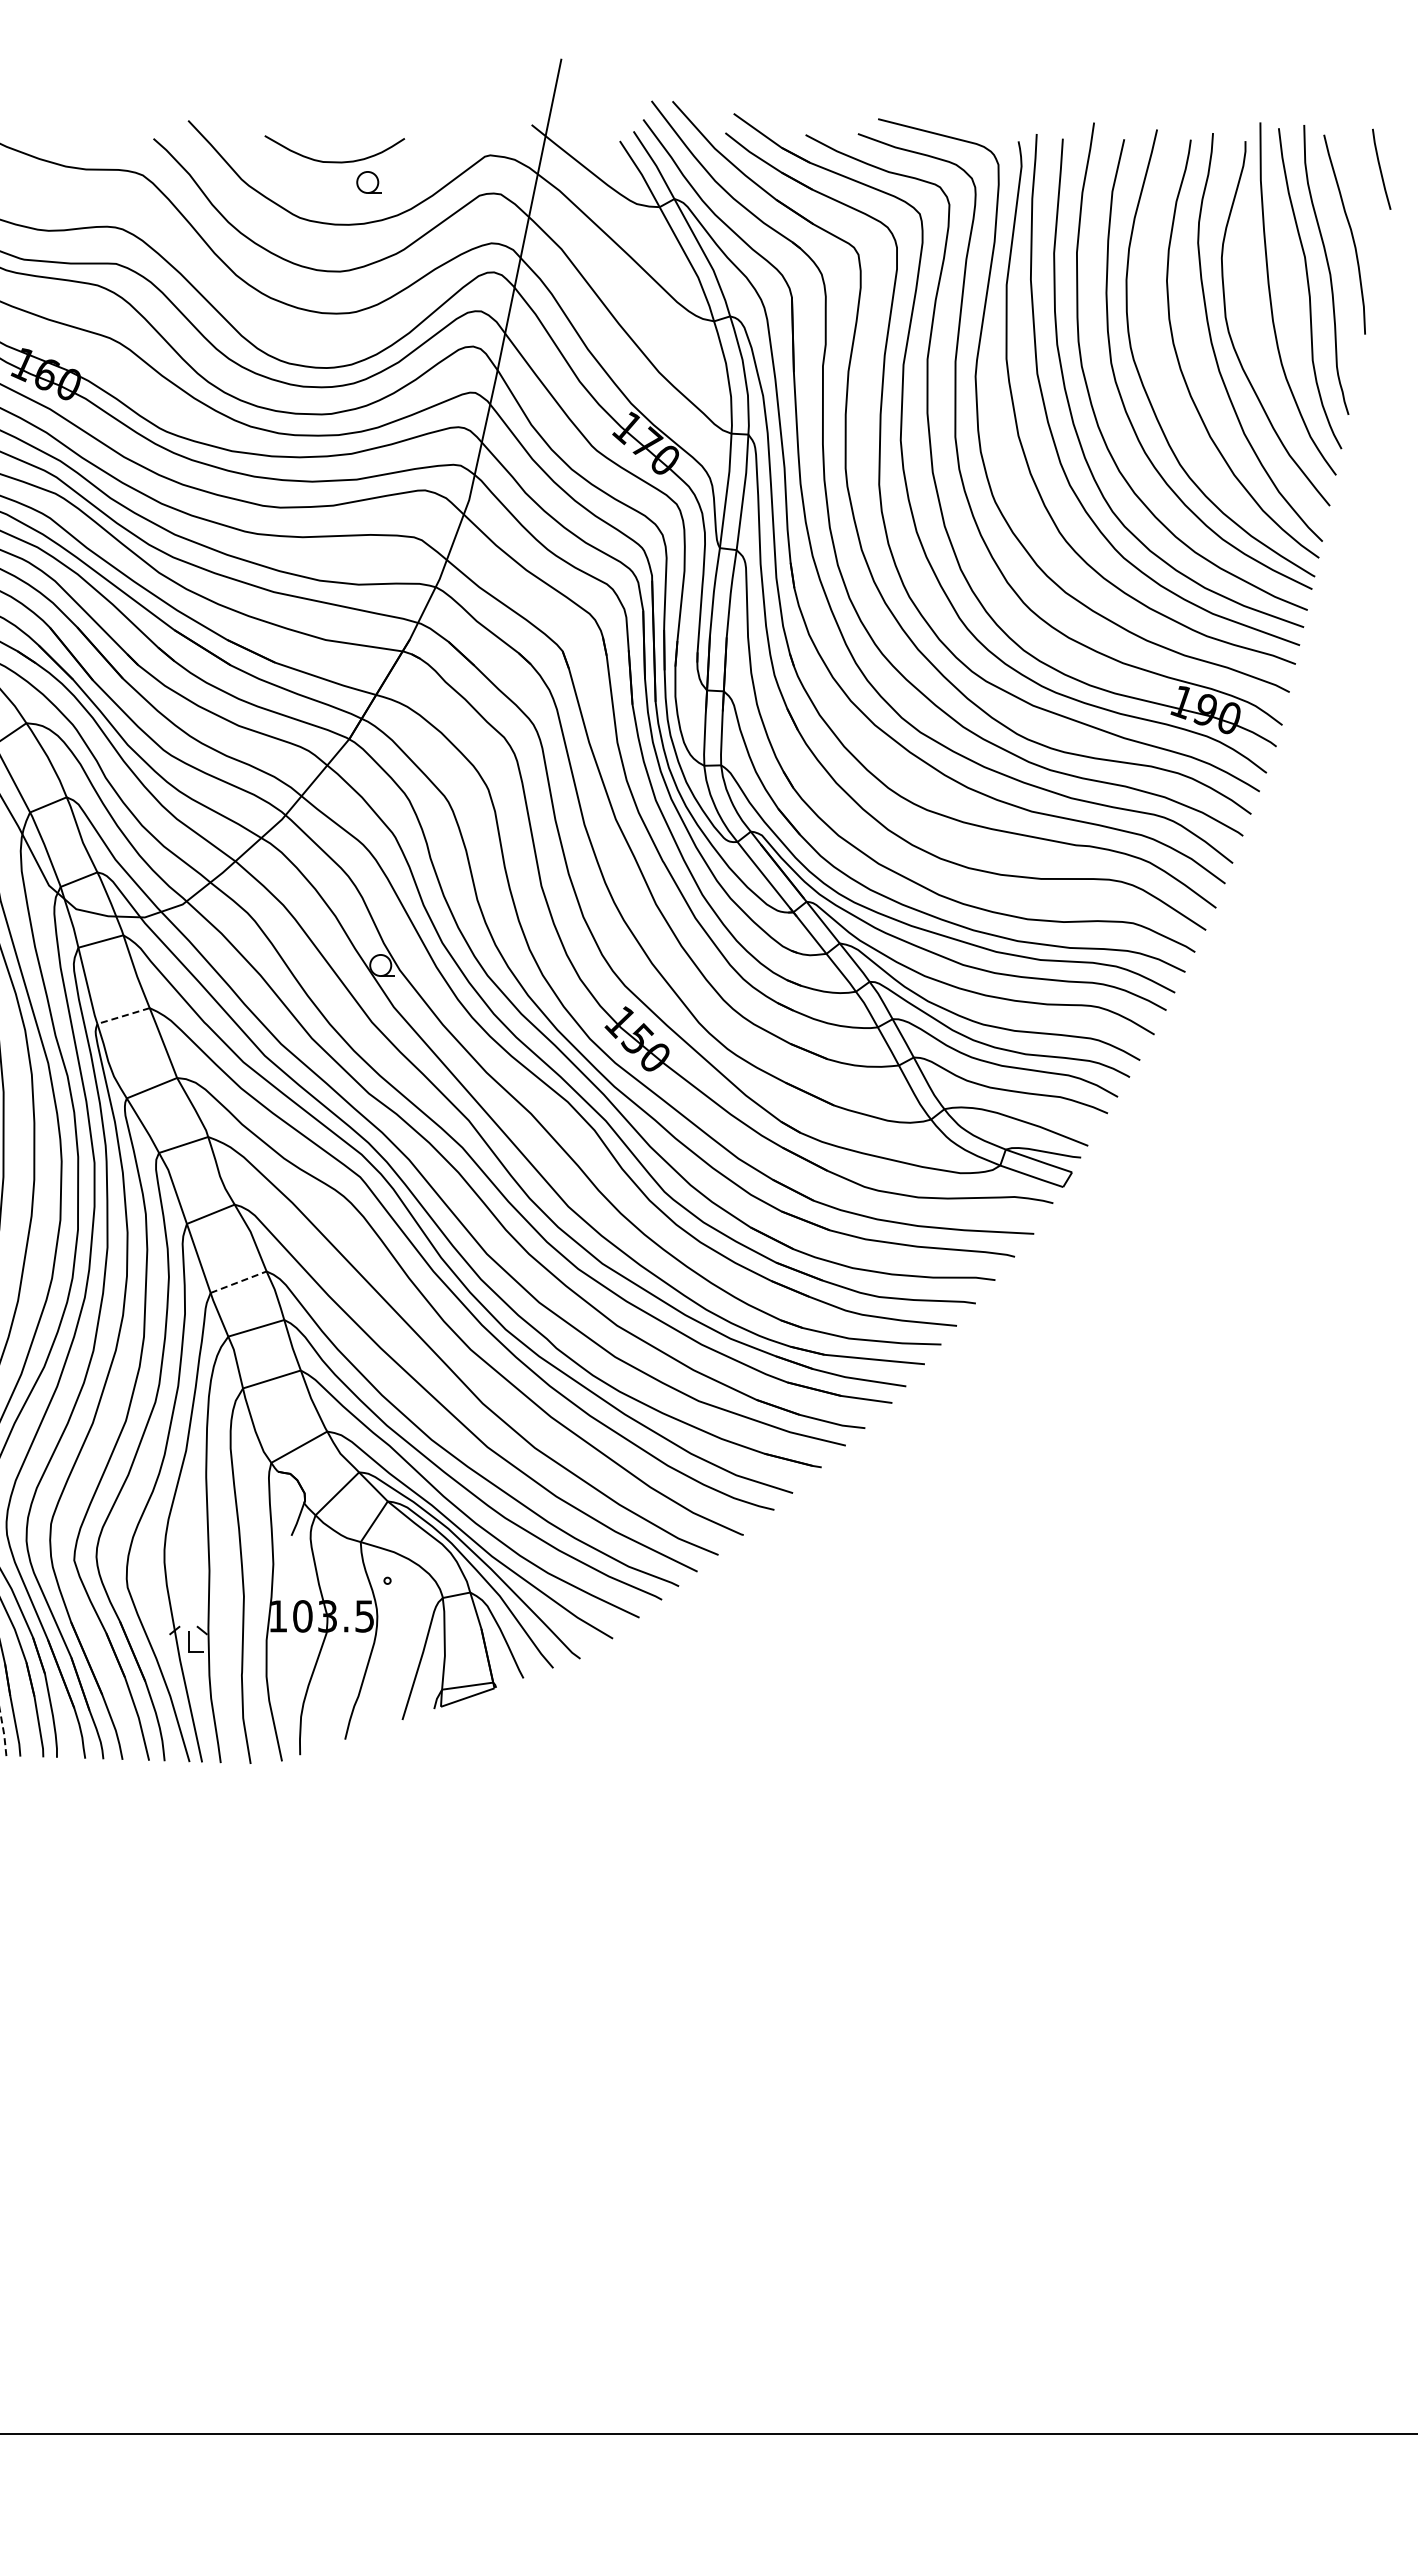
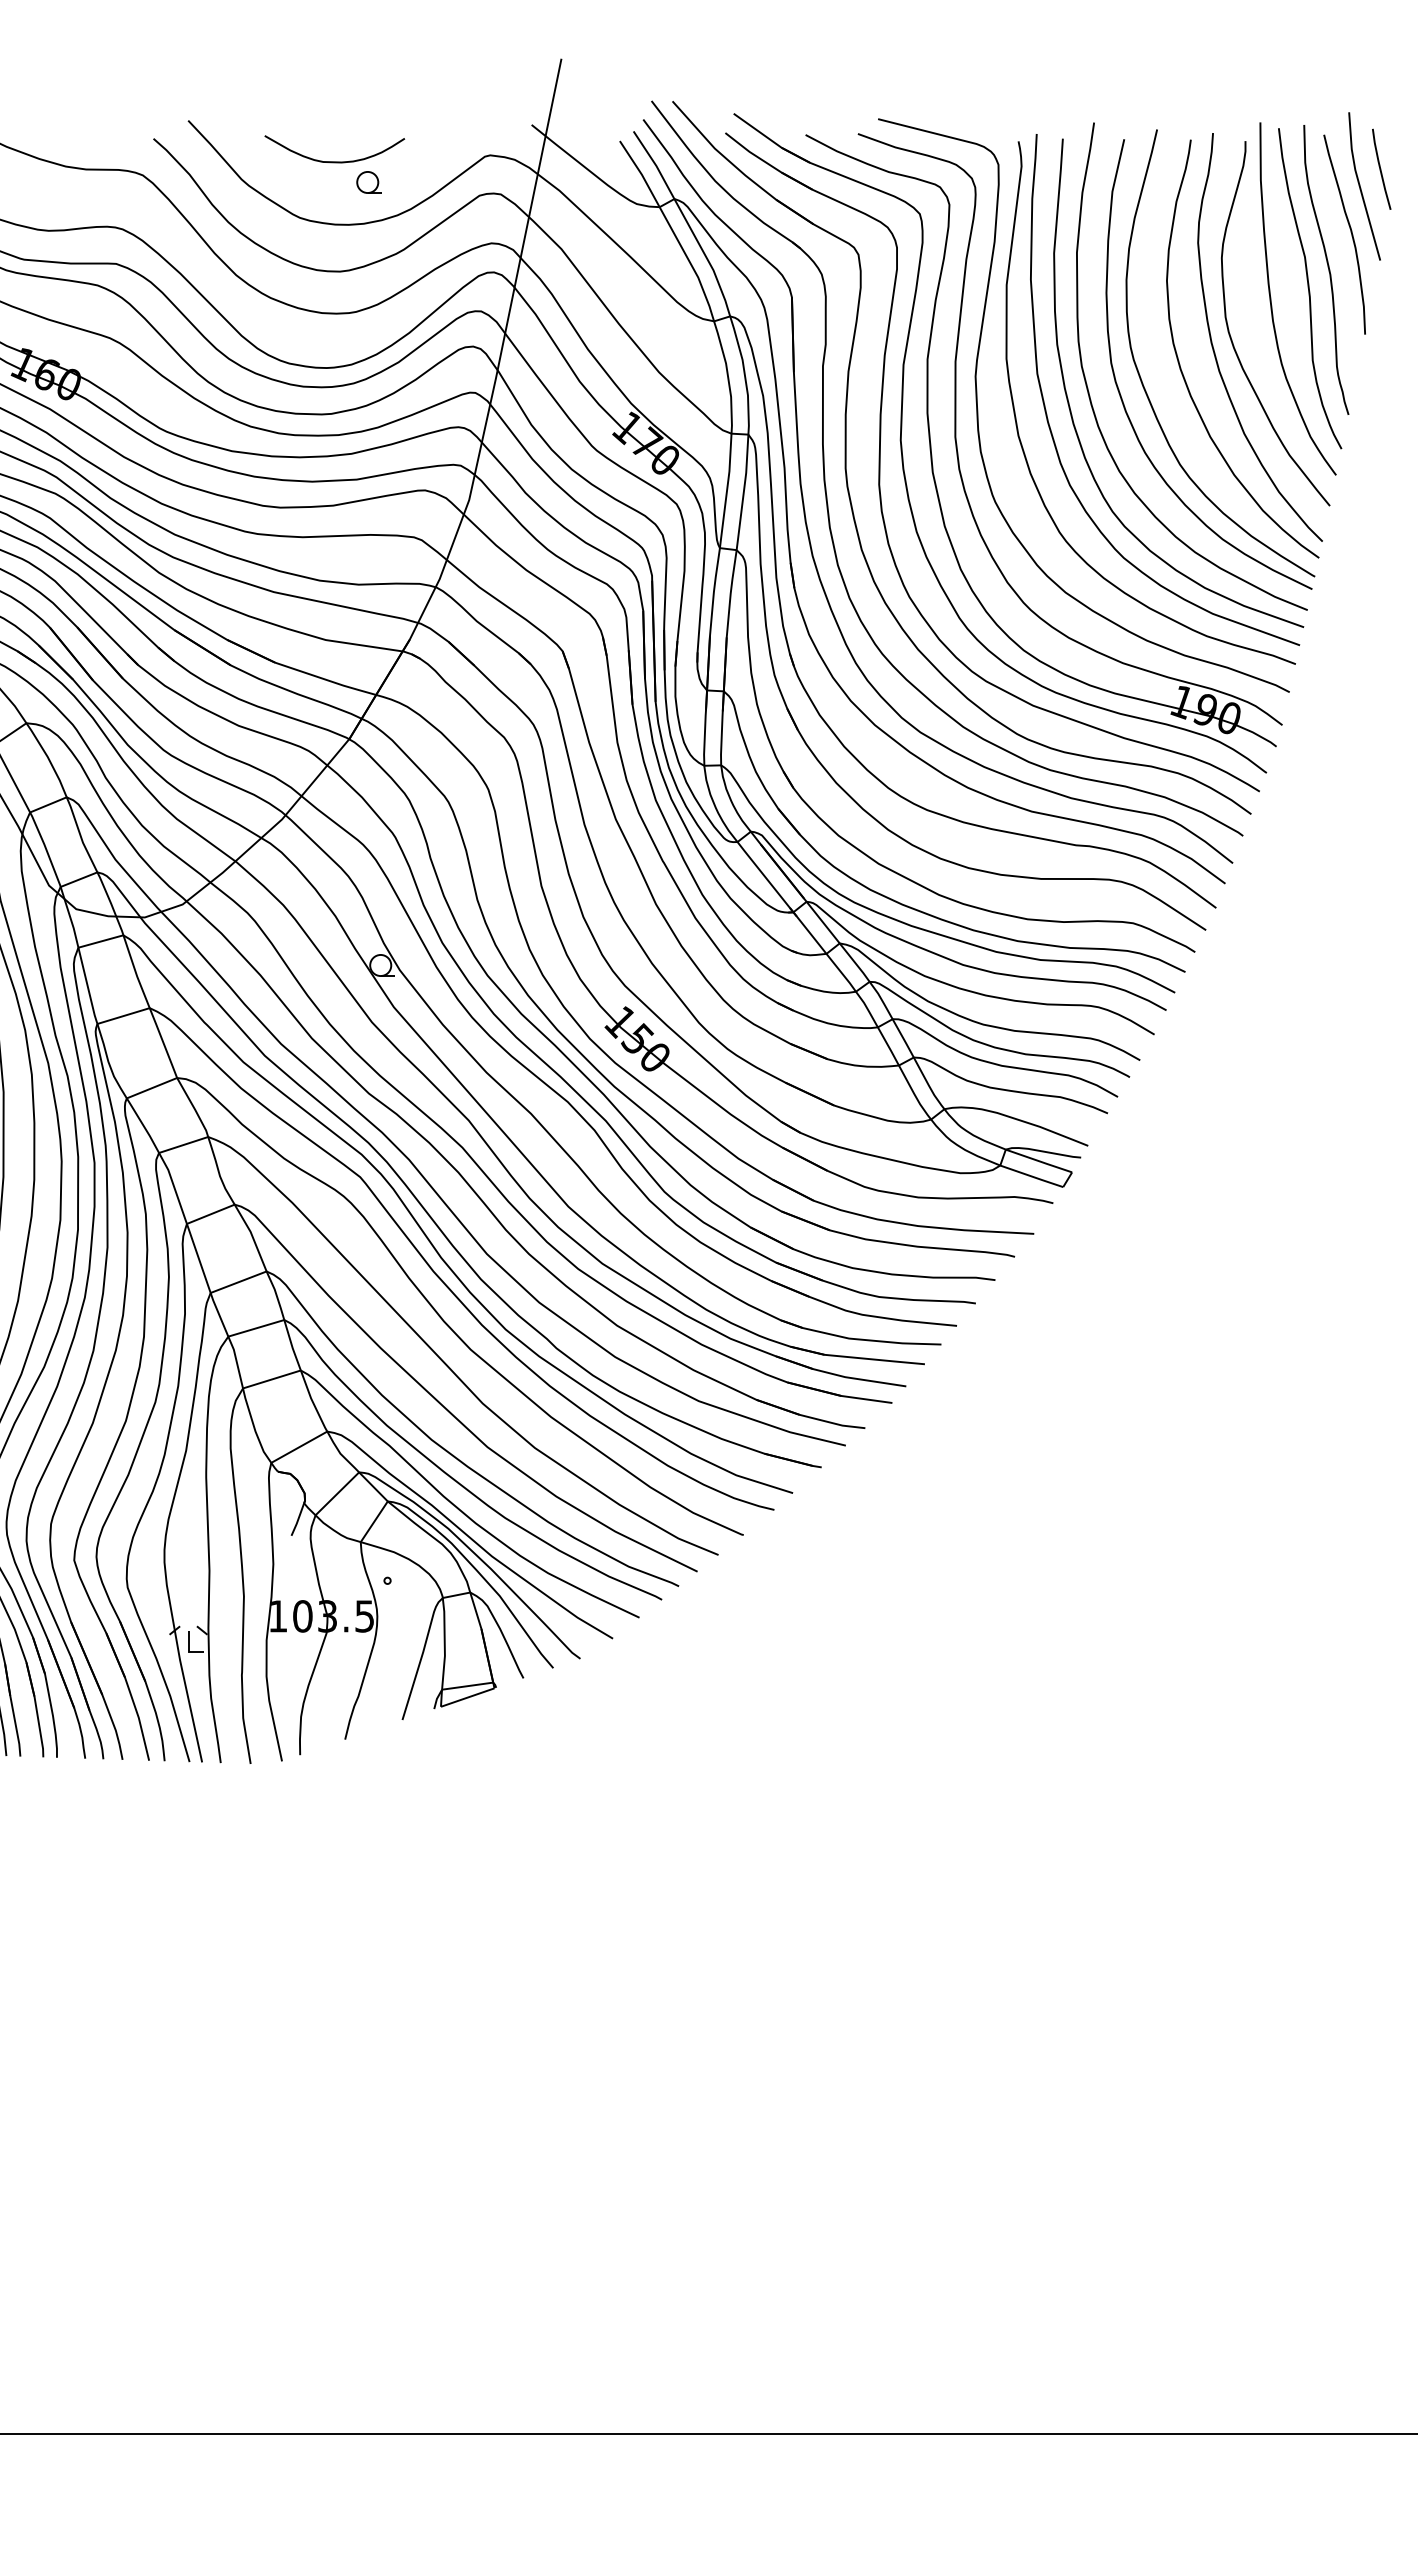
line at (1361, 188): none -> present
line at (123, 1016): dashed -> solid
line at (238, 1282): dashed -> solid
line at (4, 1733): dashed -> solid
